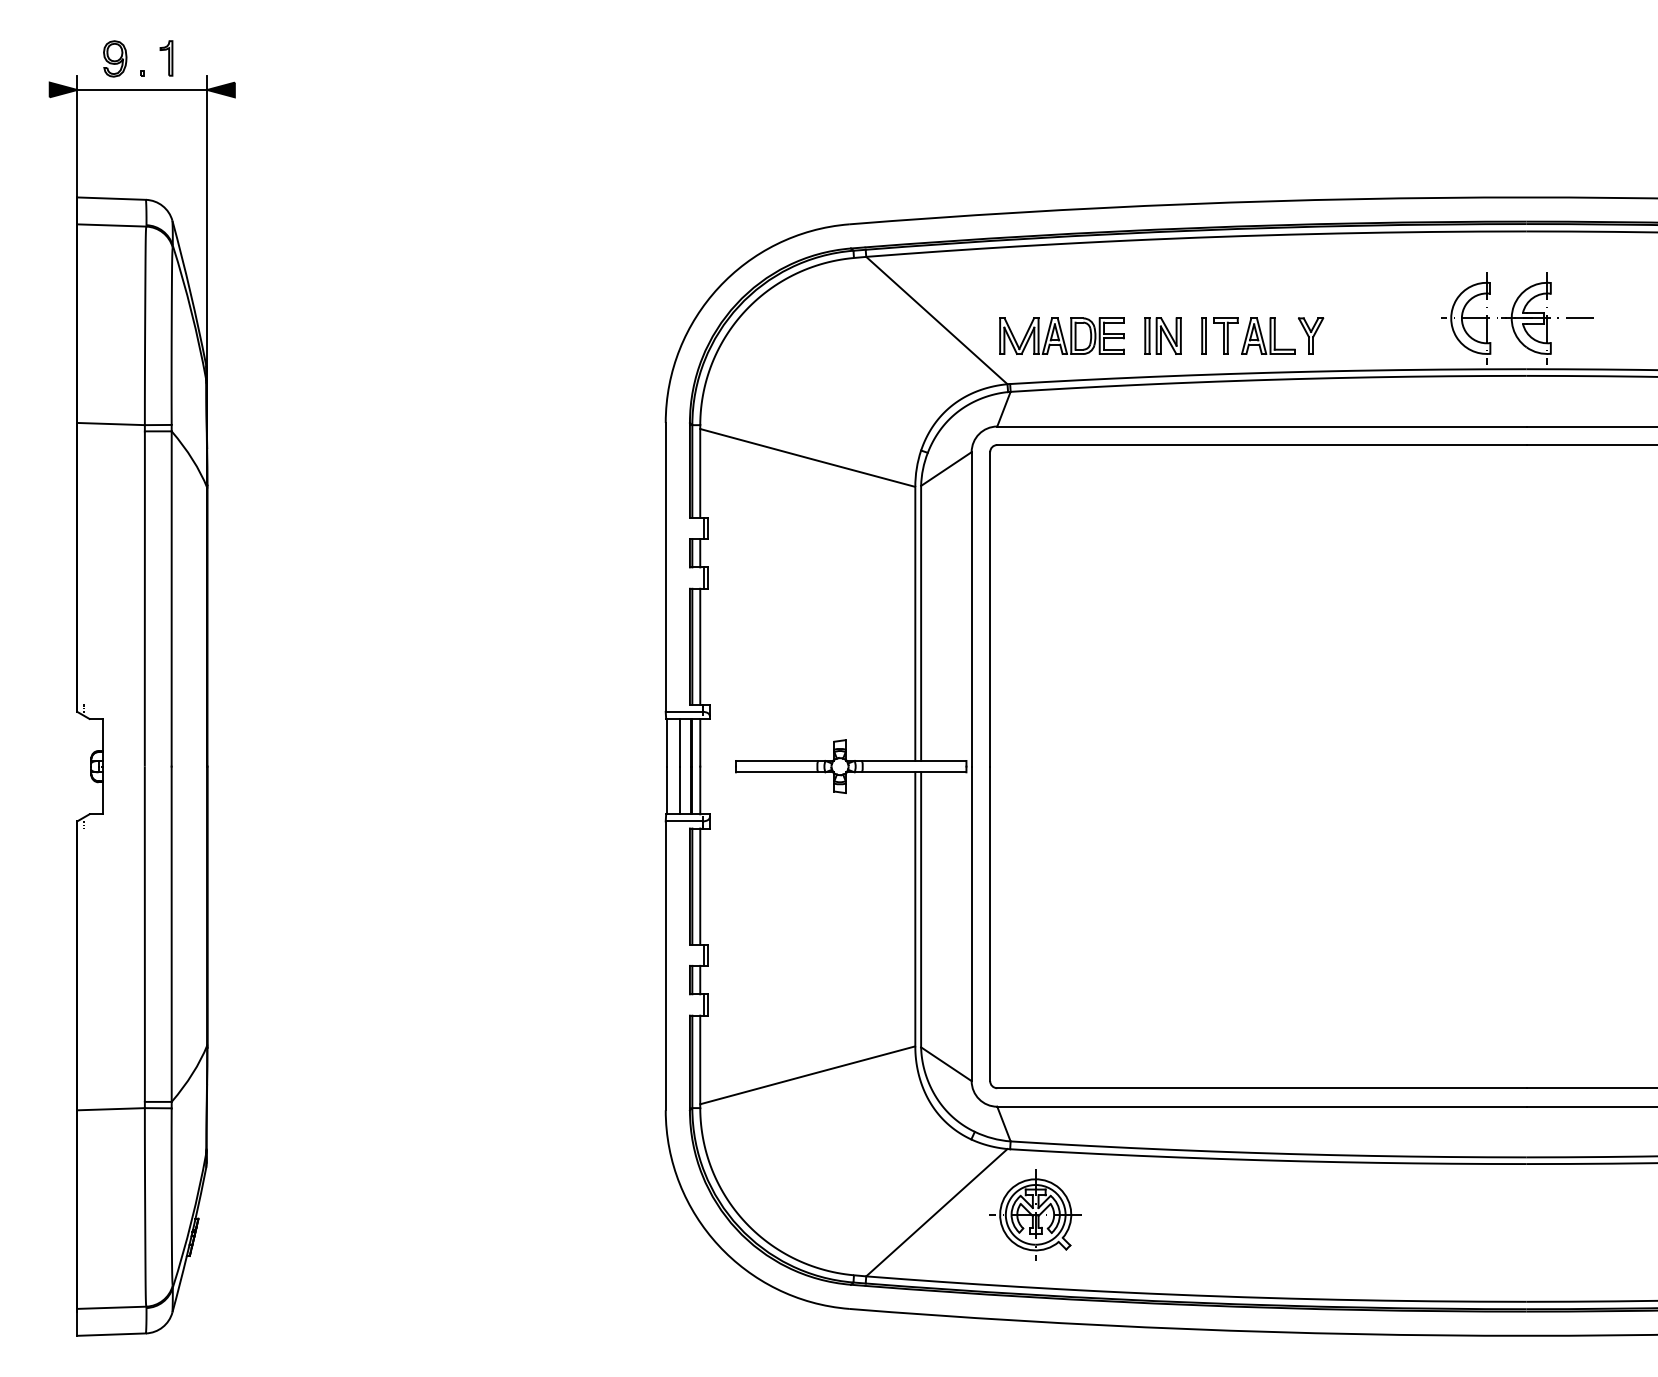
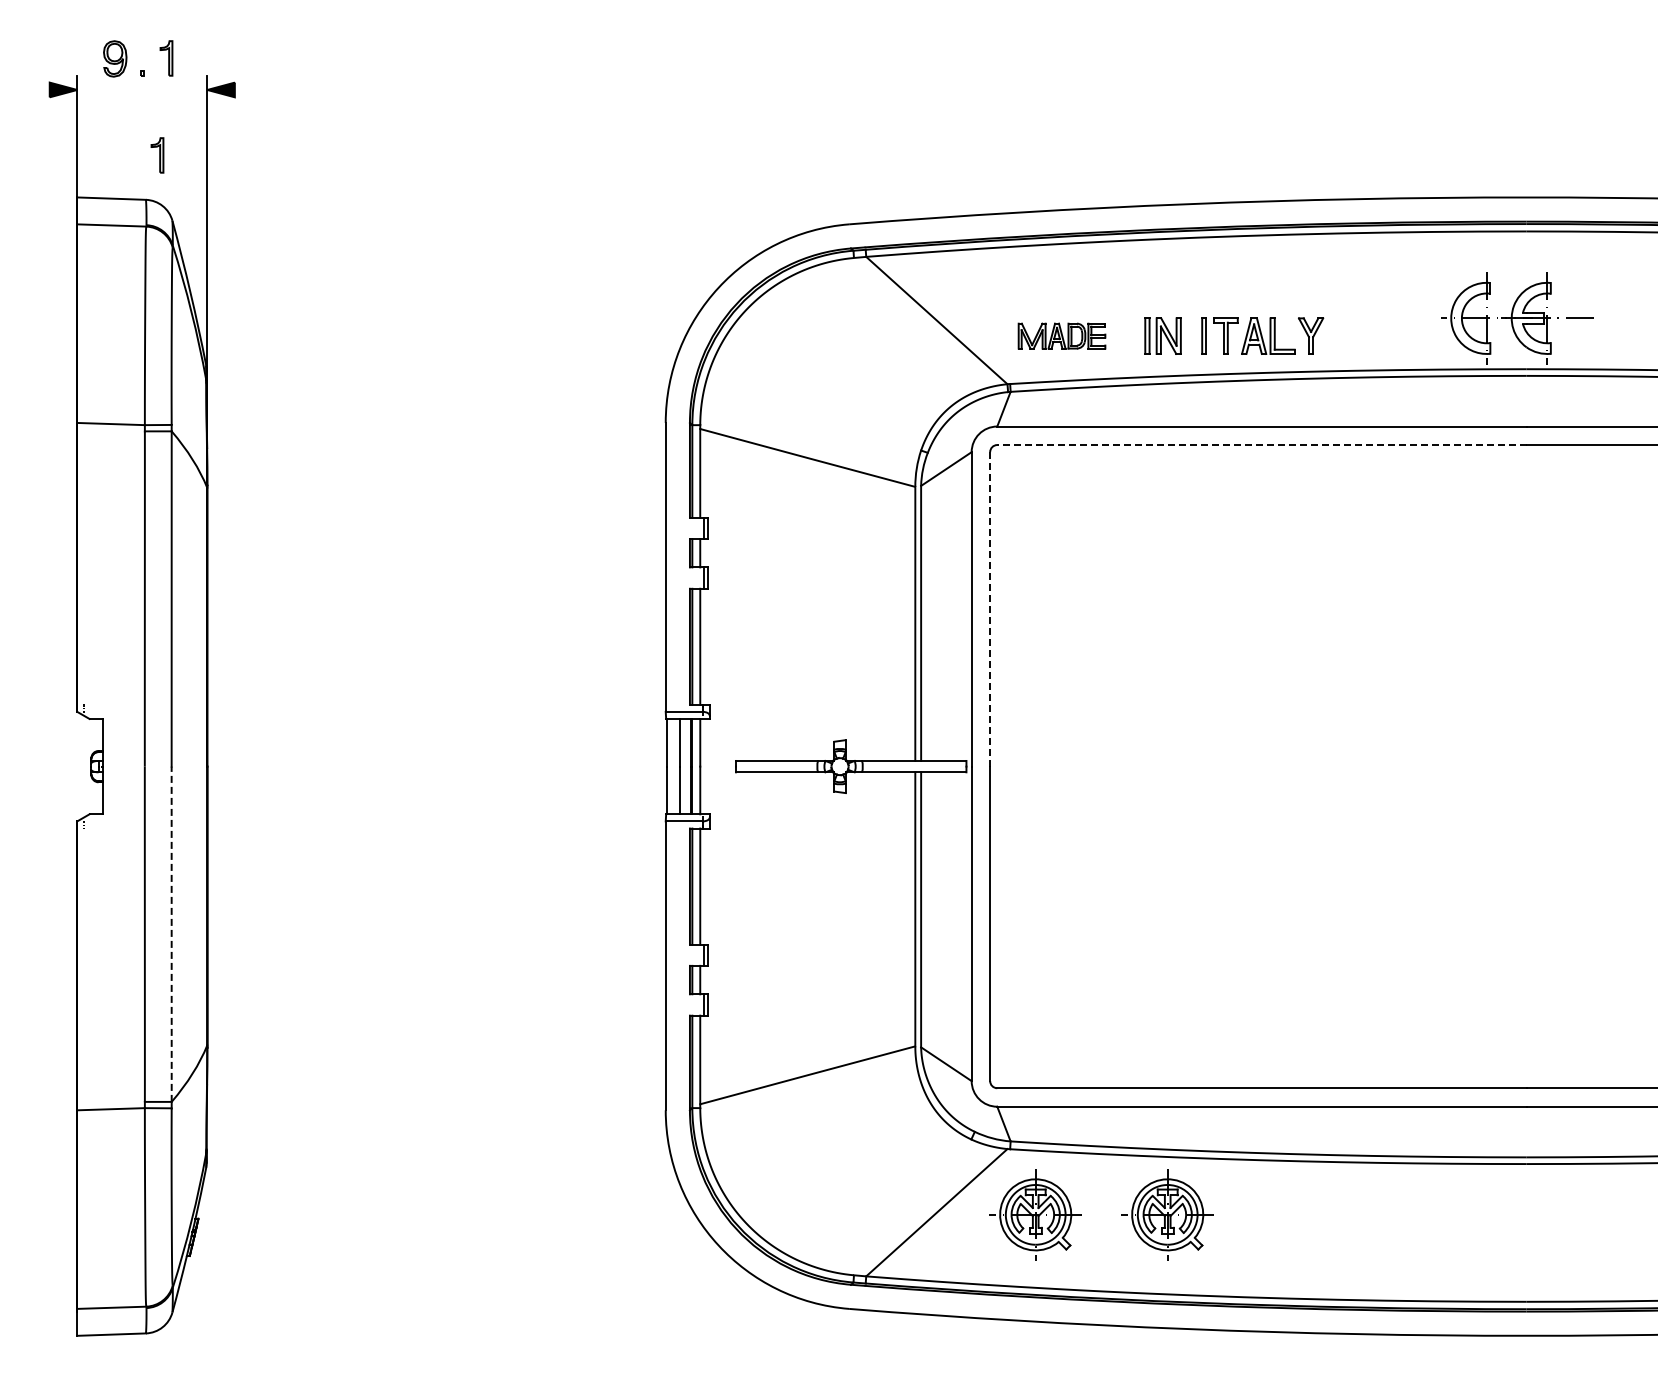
line at (142, 89): present -> none
part at (157, 155): none -> present
part at (1061, 335) size: 126x38 px -> 90x28 px
line at (1261, 445): solid -> dashed
line at (990, 609): solid -> dashed
line at (171, 934): solid -> dashed
part at (1167, 1214): none -> present
